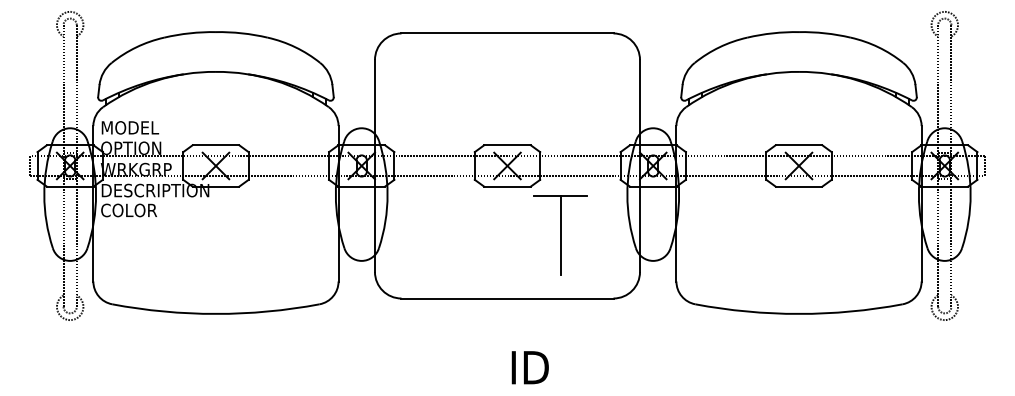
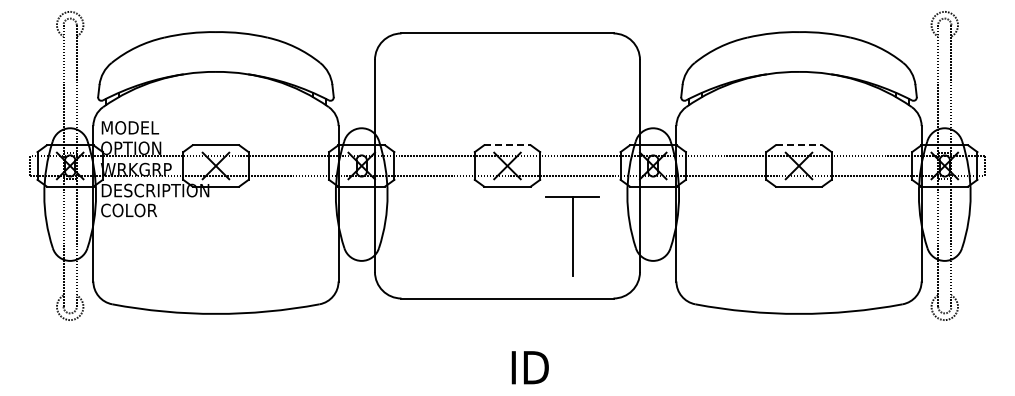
line at (507, 145): solid -> dashed
line at (799, 145): solid -> dashed
part at (560, 235) position: (560, 235) -> (572, 236)
